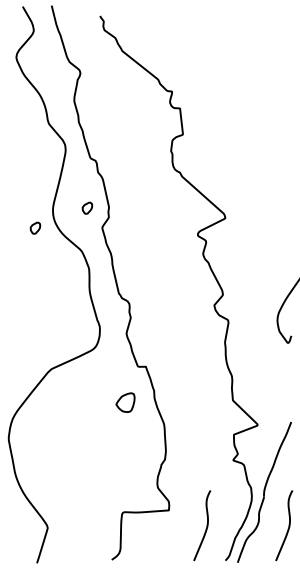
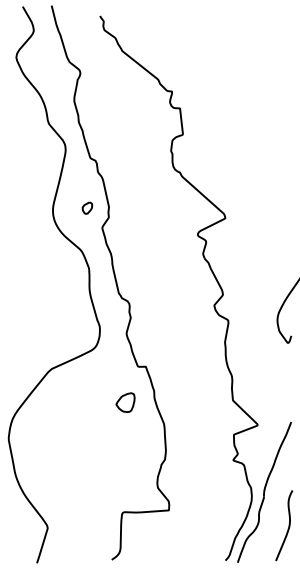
part at (35, 227): present -> none
curve at (206, 525): present -> none
